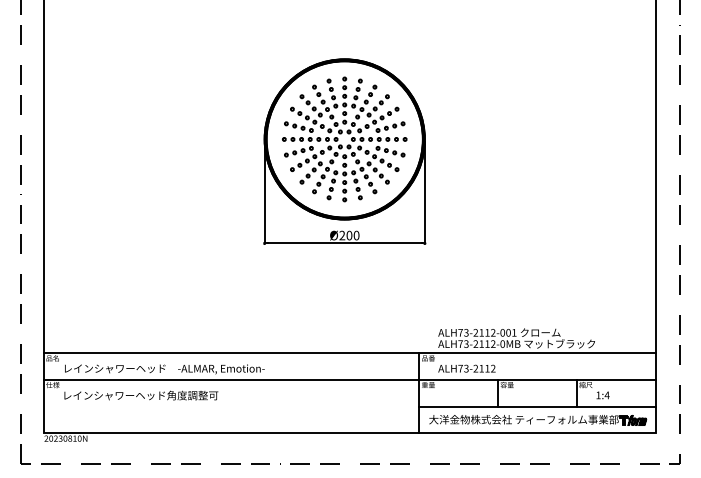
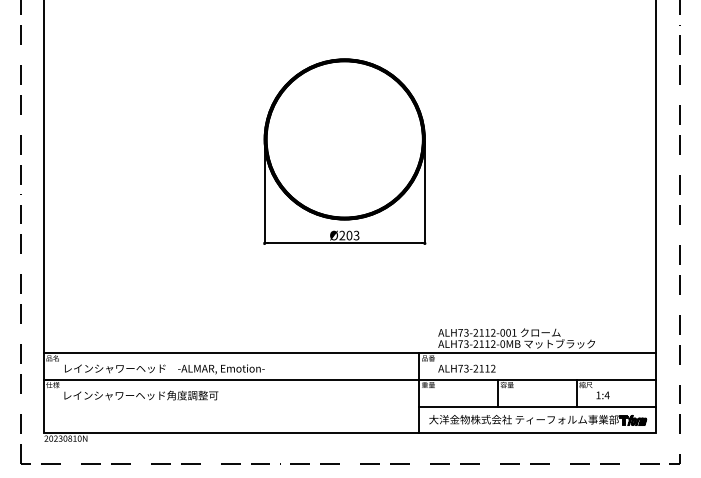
part at (344, 139): present -> none
text at (356, 235): Ø200 -> Ø203
